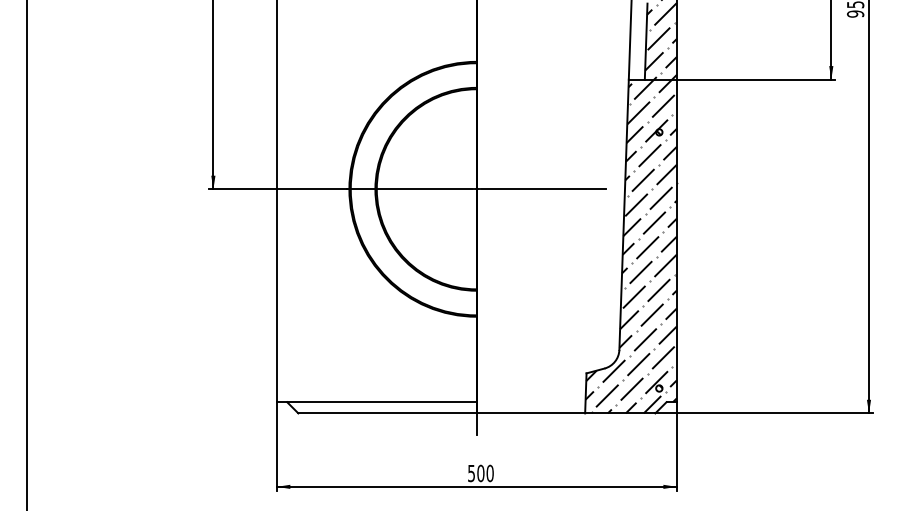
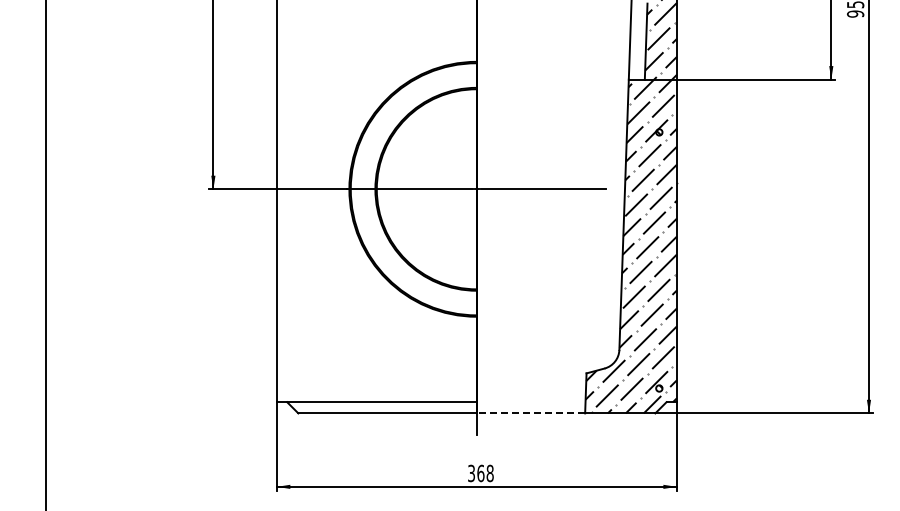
line at (27, 254) position: (27, 254) -> (46, 254)
line at (530, 413): solid -> dashed
text at (480, 472): 500 -> 368
